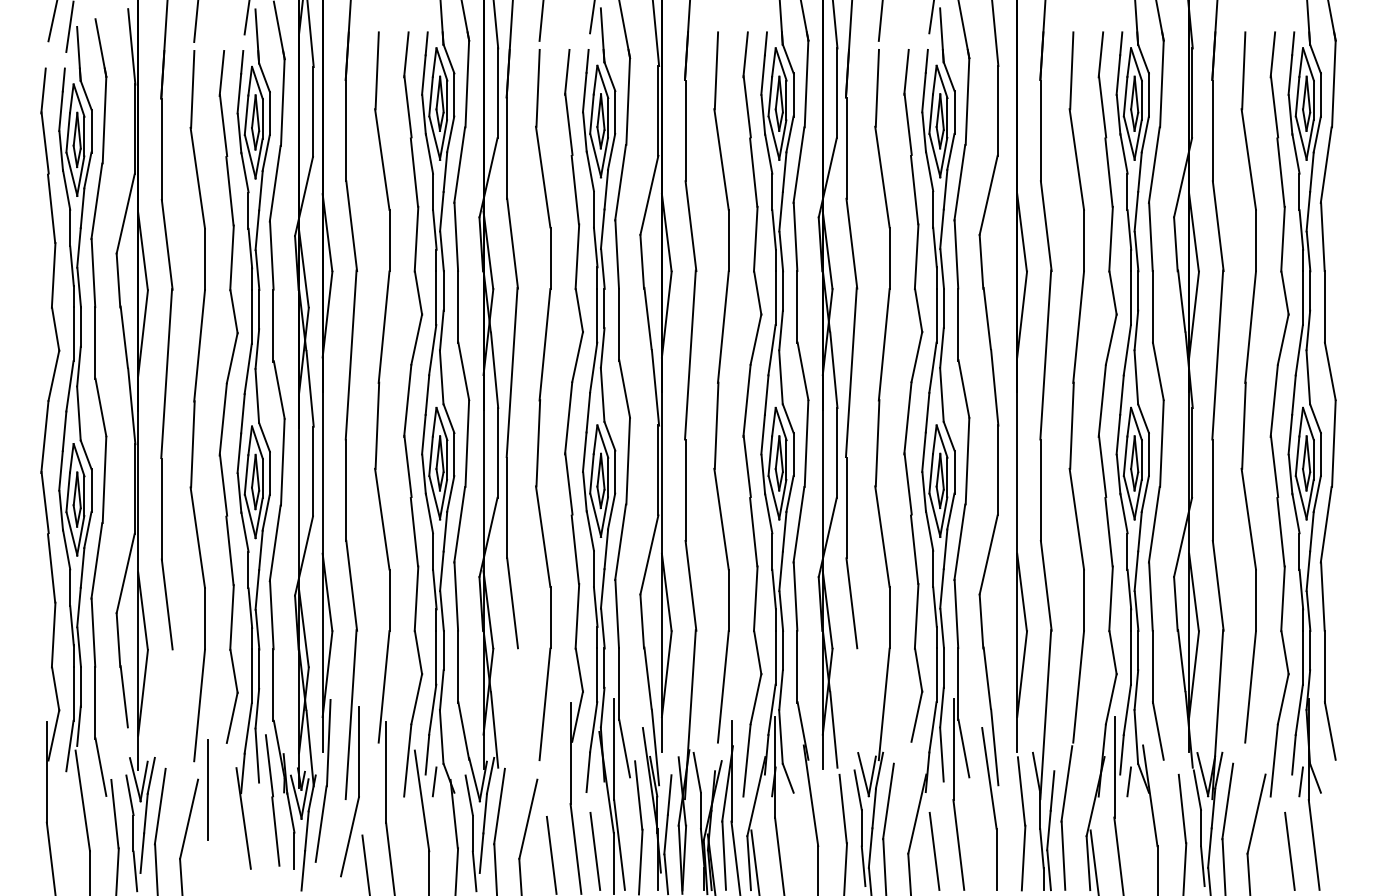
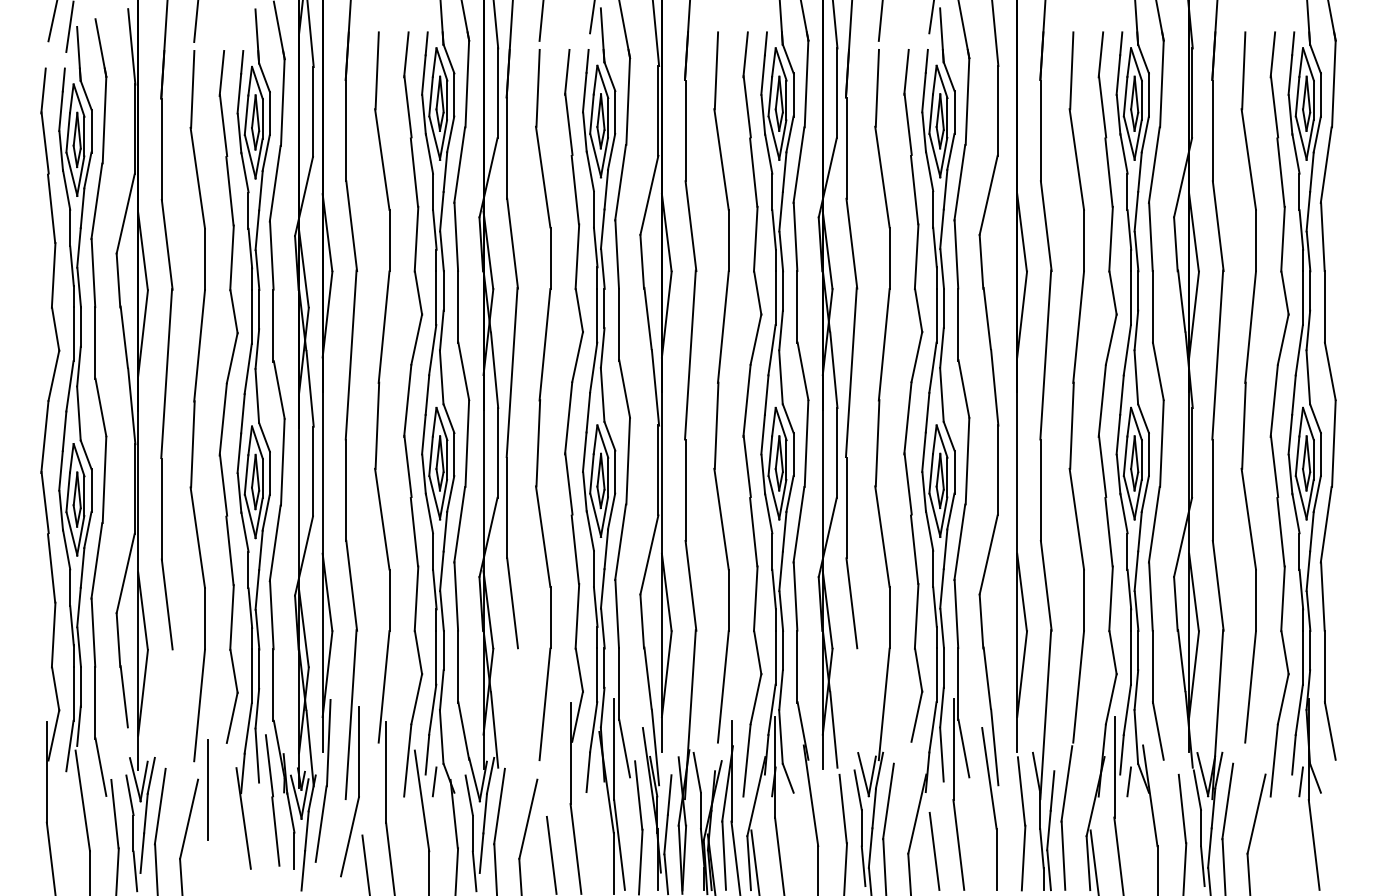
line at (246, 18): present -> none
line at (1289, 850): present -> none
line at (595, 851): present -> none
